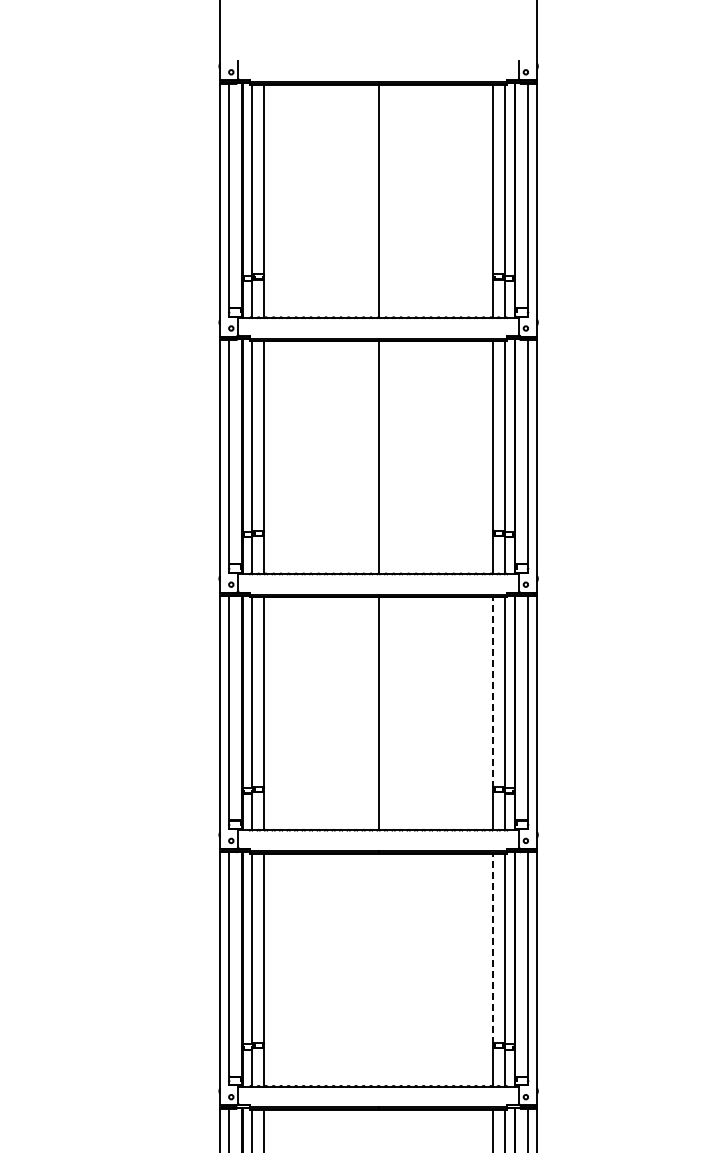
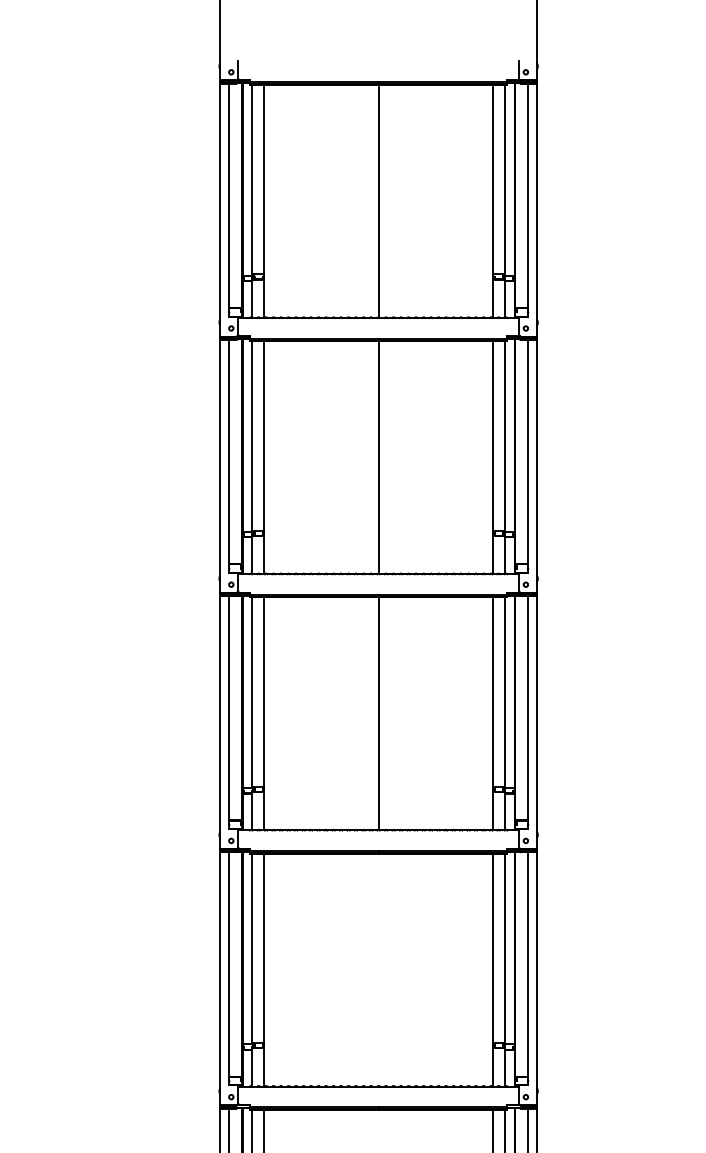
line at (493, 692): dashed -> solid
line at (493, 948): dashed -> solid
